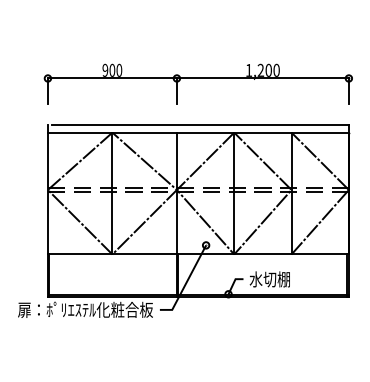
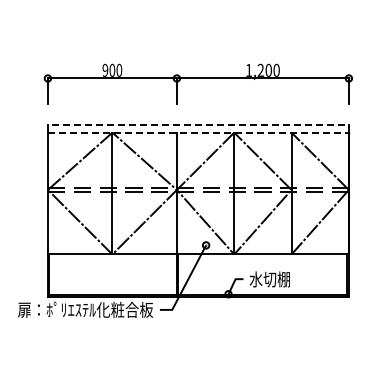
line at (200, 125): solid -> dashed
line at (198, 132): solid -> dashed
